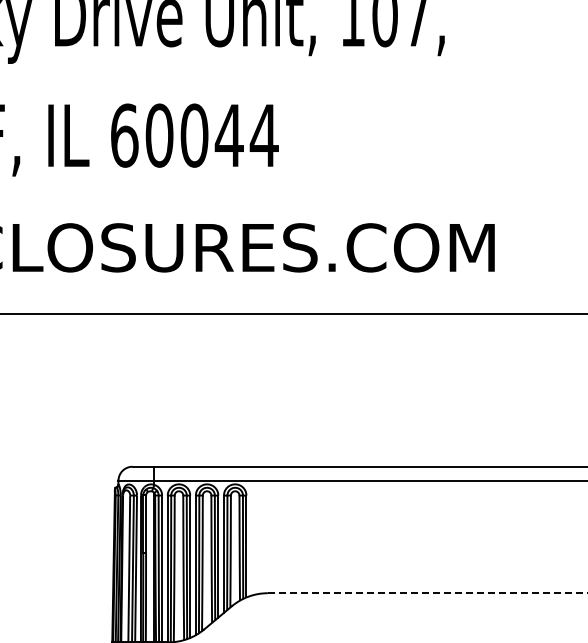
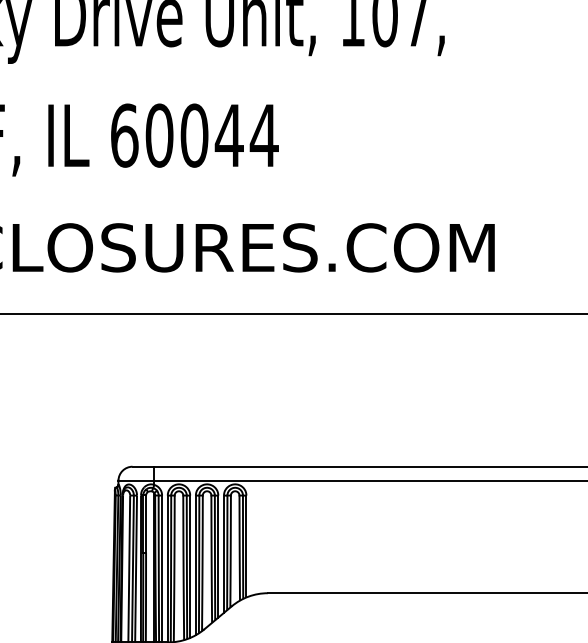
line at (427, 593): dashed -> solid
